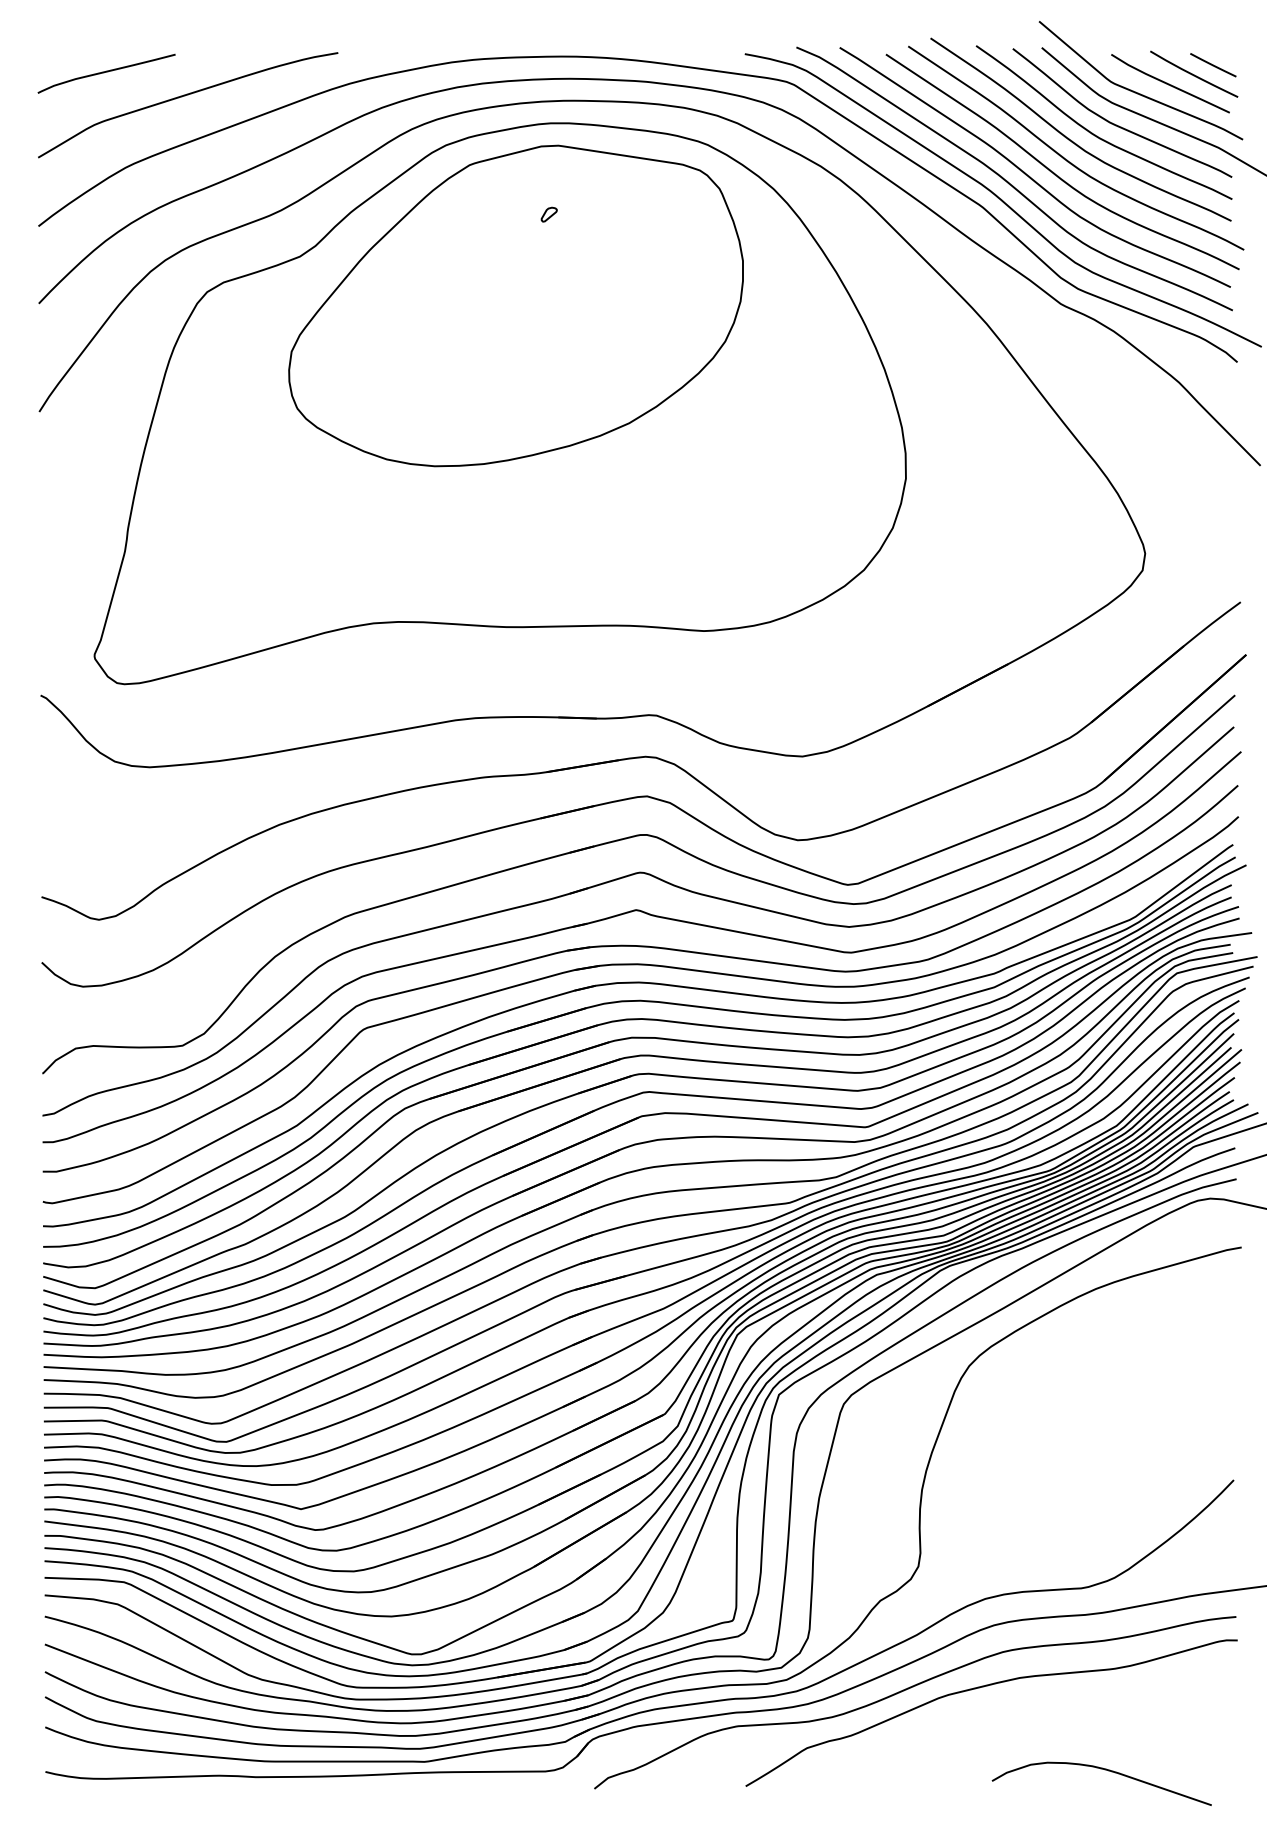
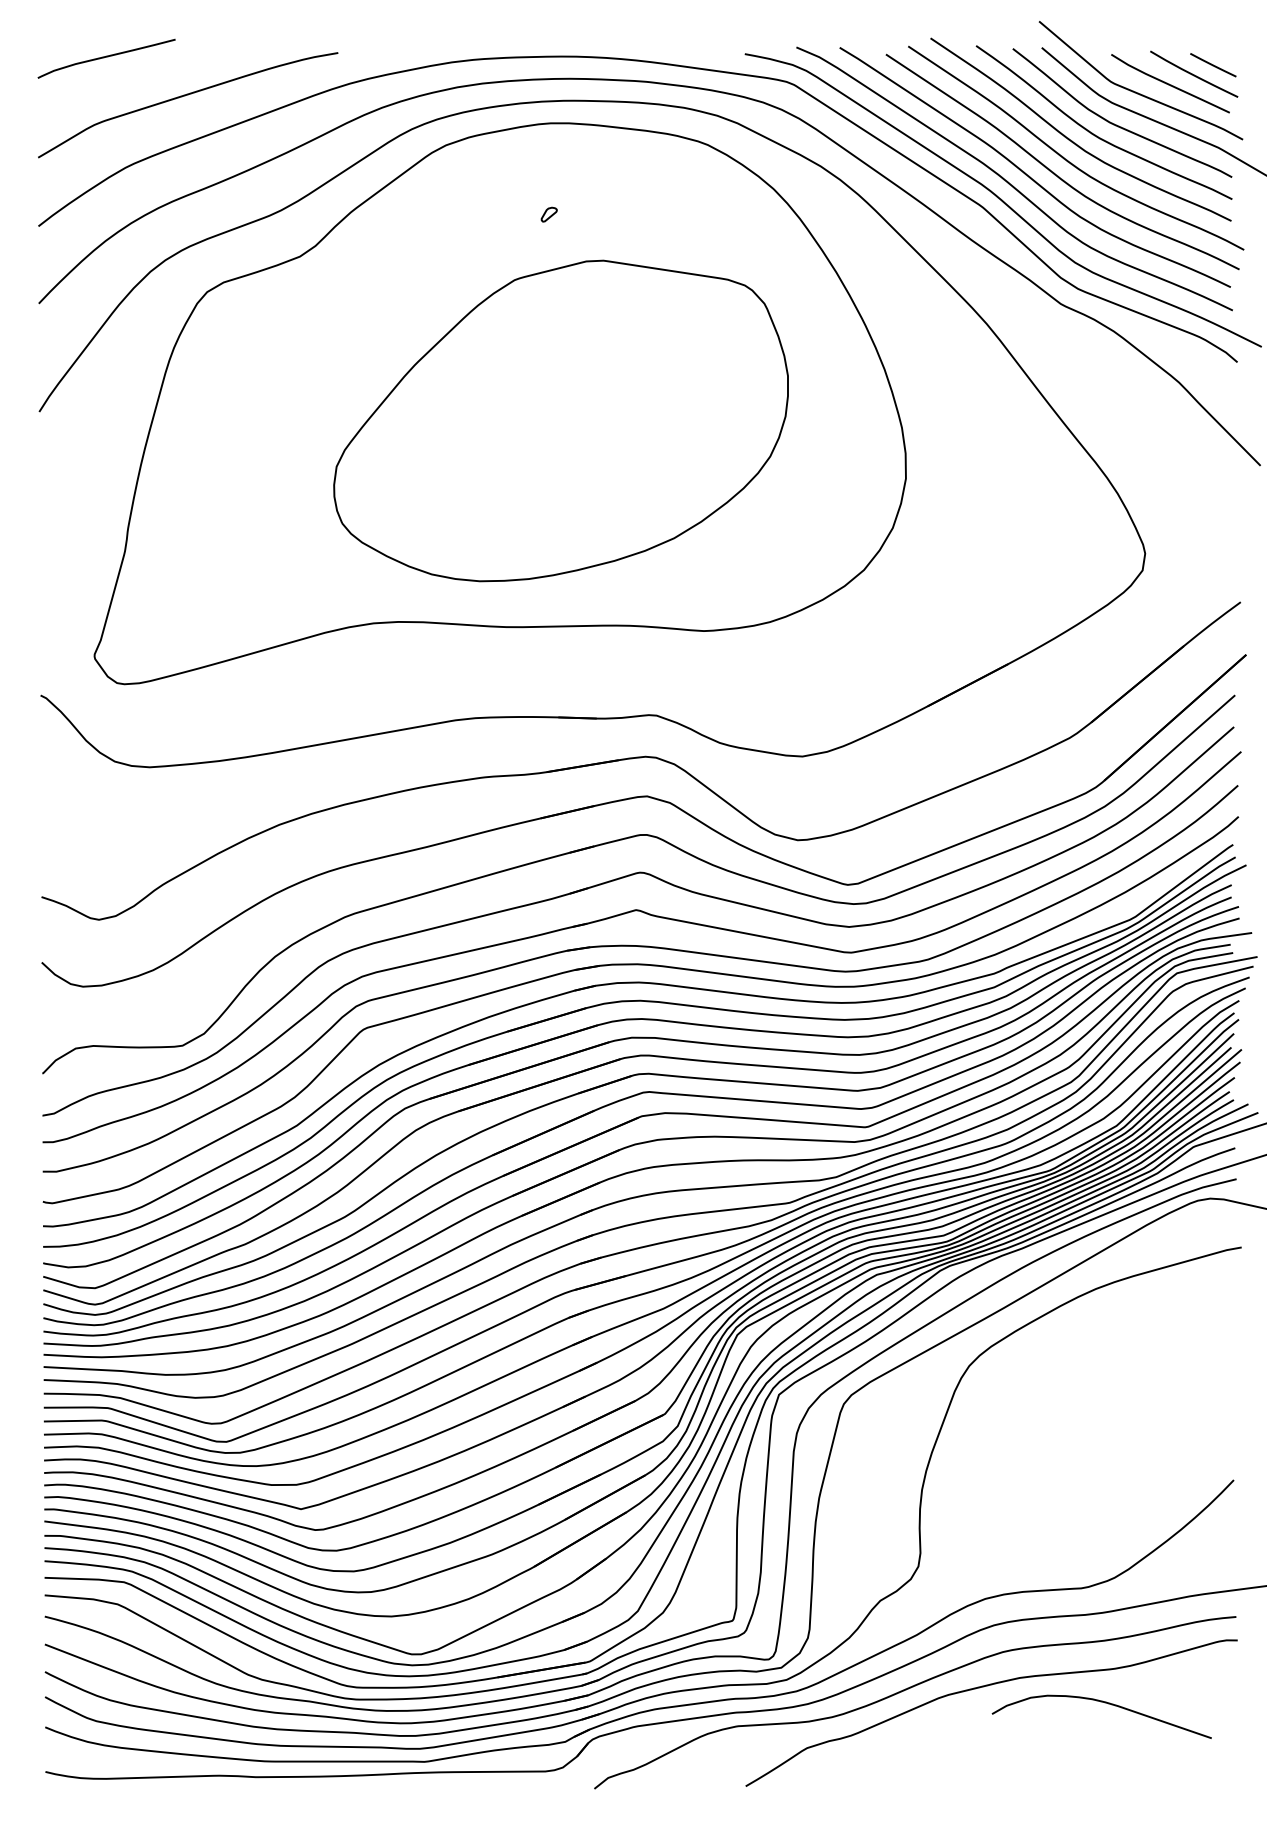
curve at (106, 72) position: (106, 72) -> (106, 57)
part at (515, 305) position: (515, 305) -> (560, 420)
curve at (1104, 1770) position: (1104, 1770) -> (1104, 1703)
